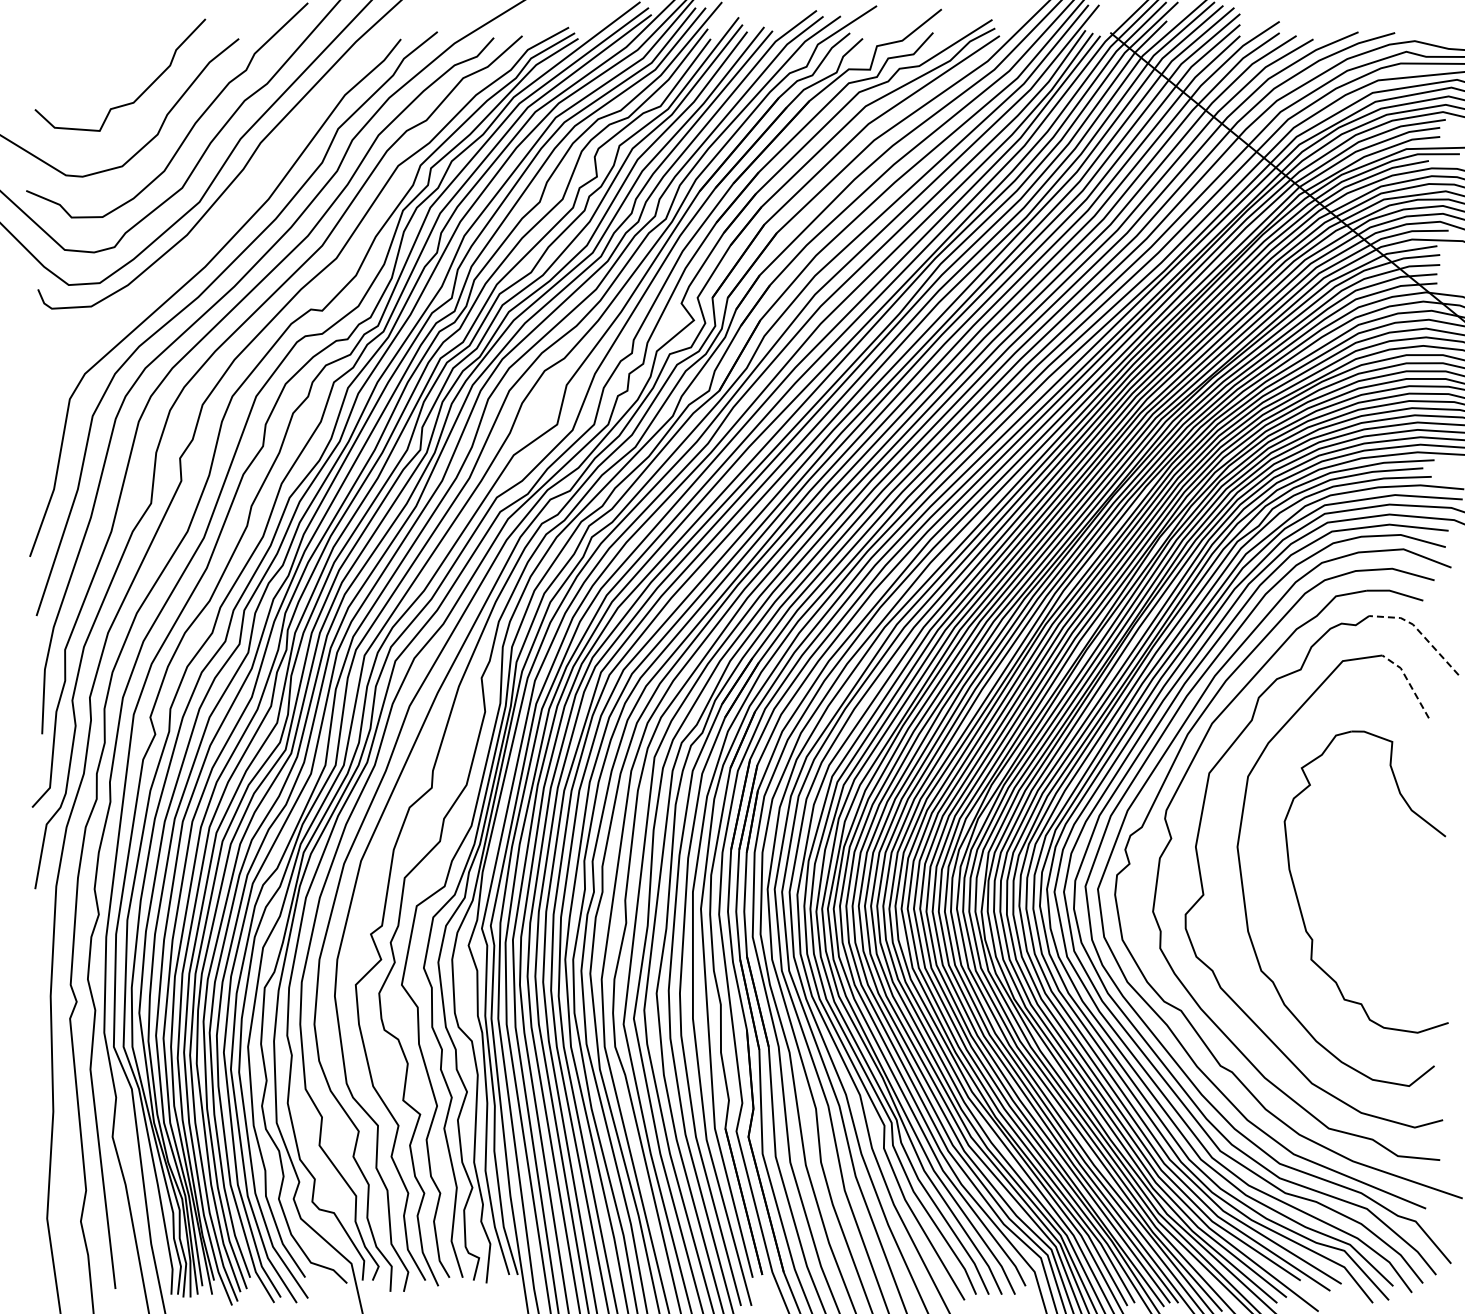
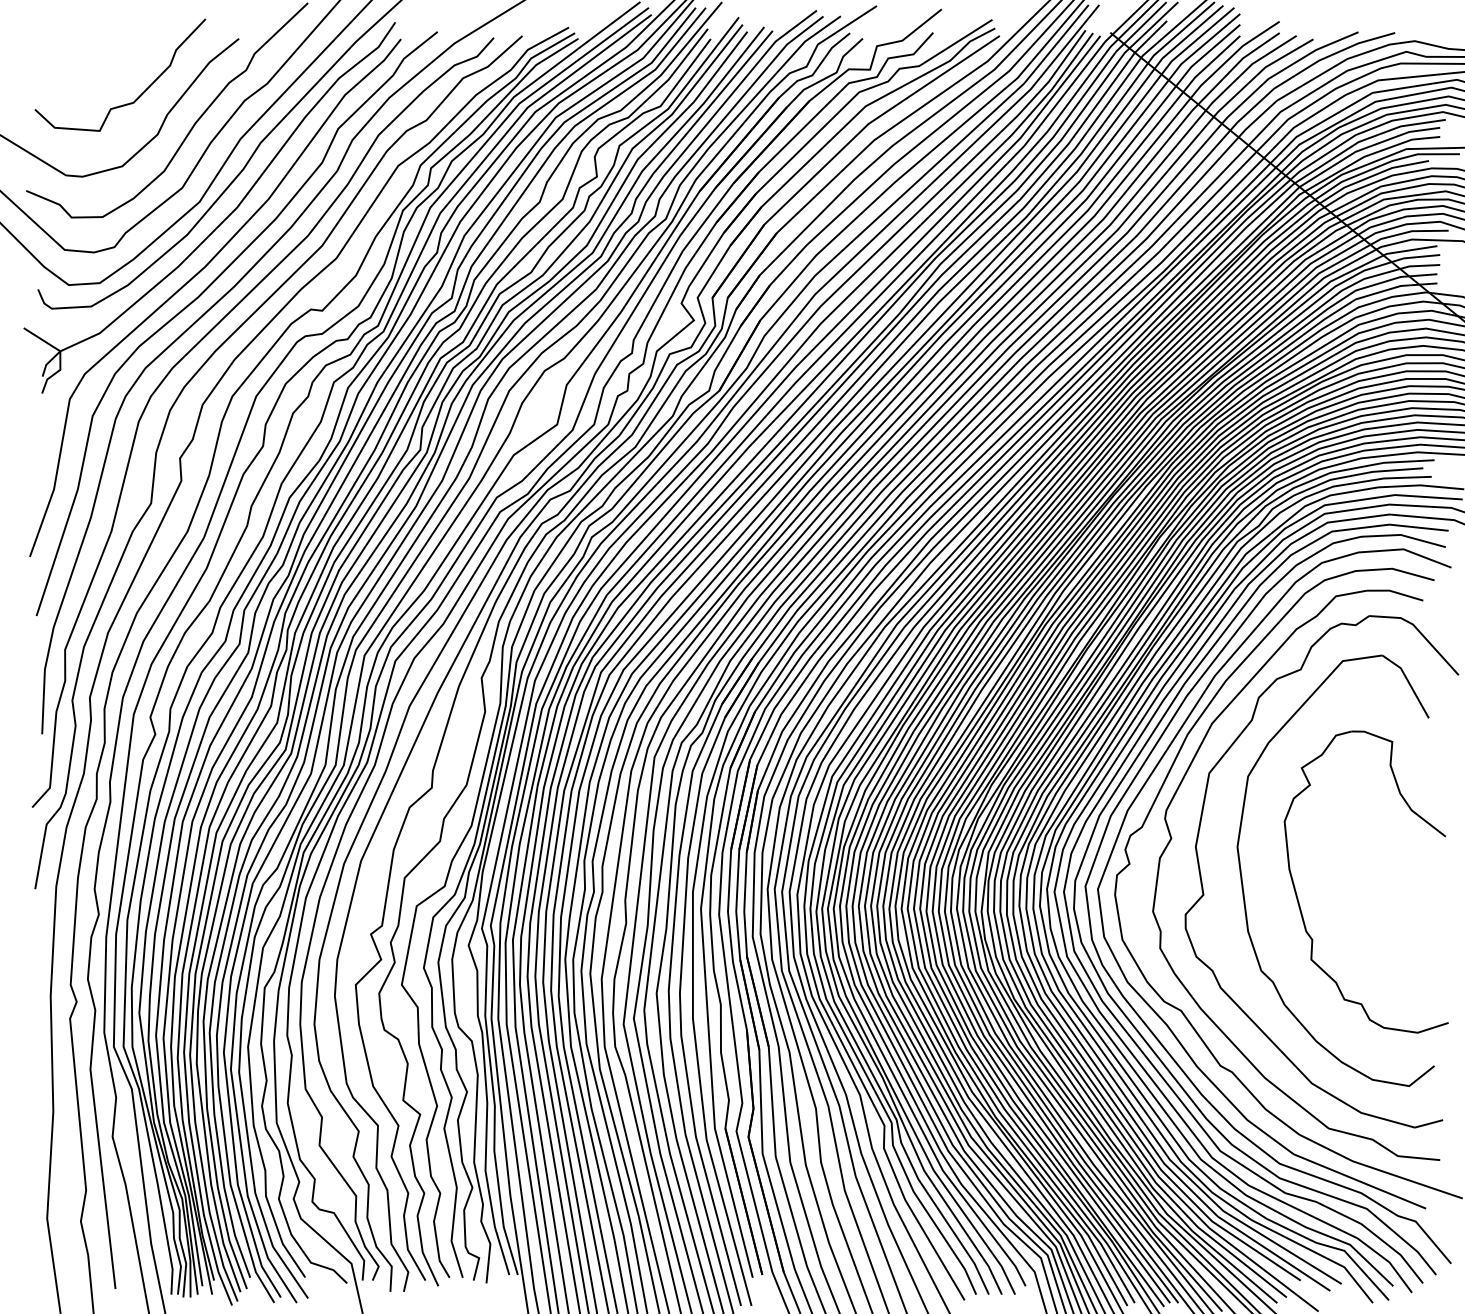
part at (223, 220): none -> present
line at (1419, 631): dashed -> solid
line at (1409, 682): dashed -> solid
